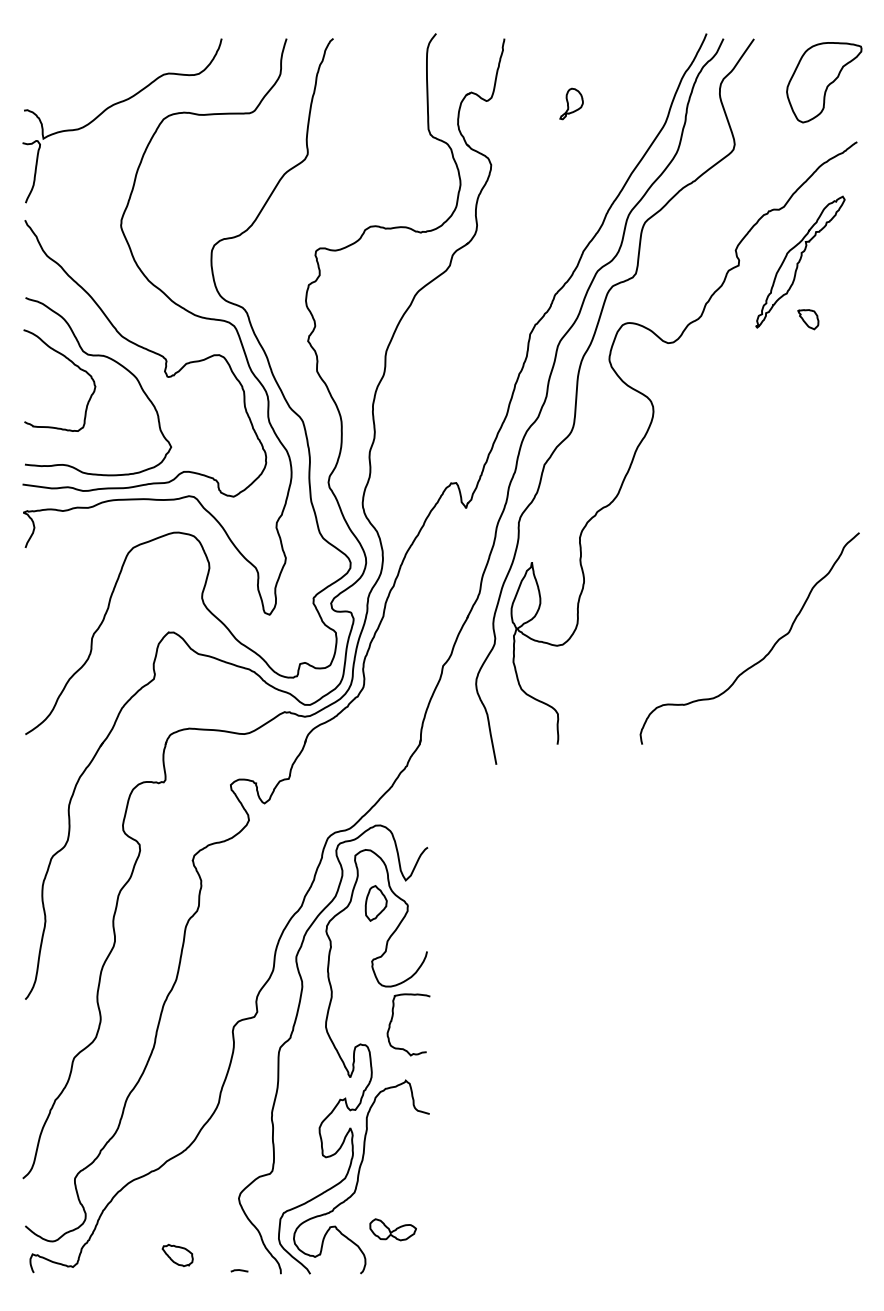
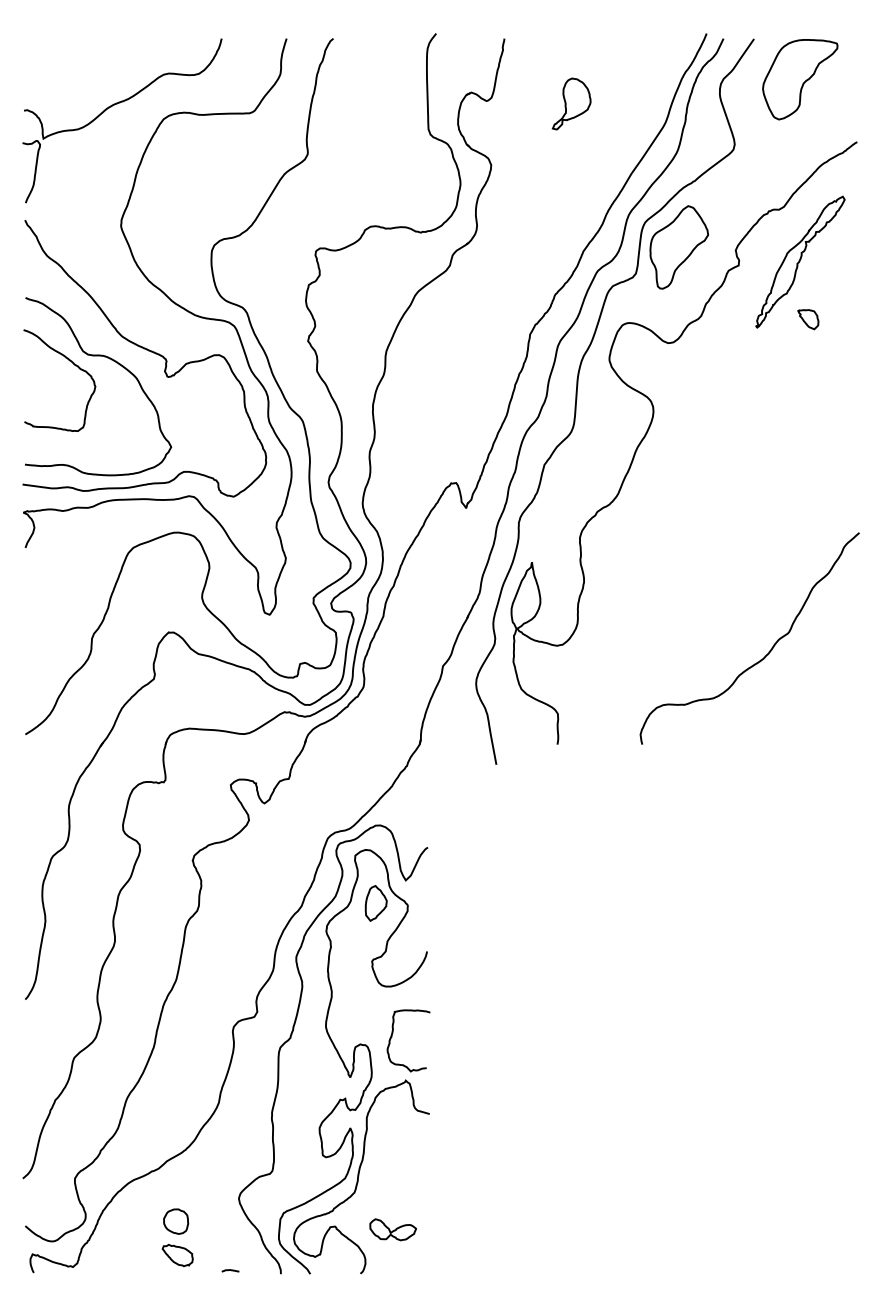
part at (824, 82) position: (824, 82) -> (800, 79)
part at (571, 103) size: 25x34 px -> 41x54 px
part at (678, 247): none -> present
curve at (392, 1021) position: (392, 1021) -> (392, 1037)
part at (176, 1221): none -> present
line at (239, 1270) position: (239, 1270) -> (230, 1270)
